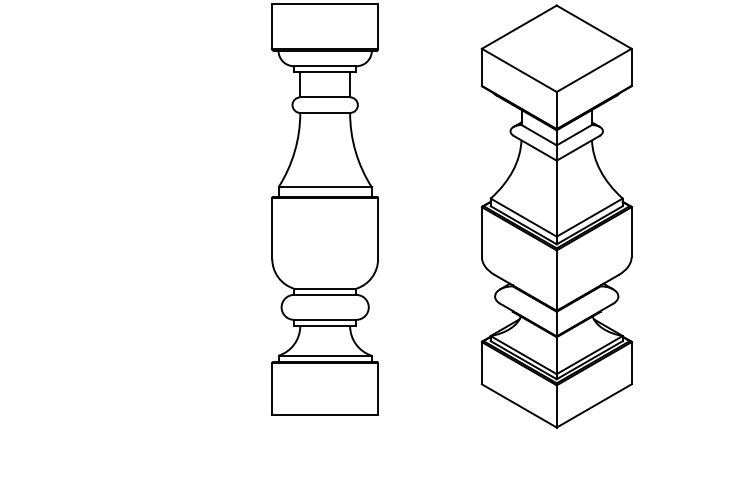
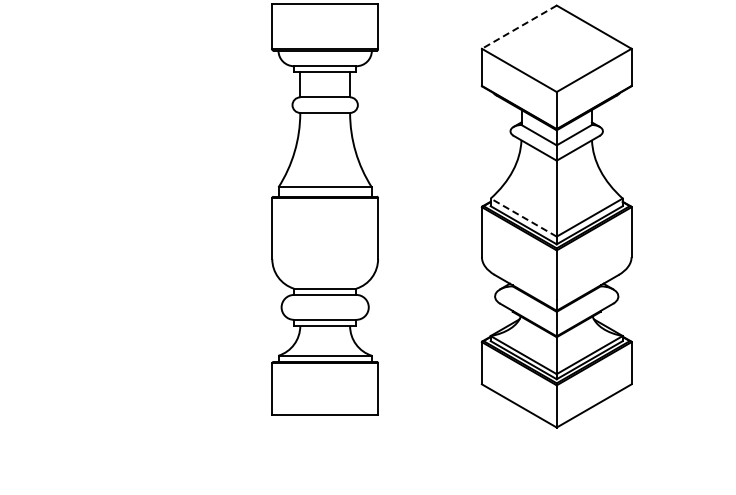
line at (518, 27): solid -> dashed
line at (523, 217): solid -> dashed
